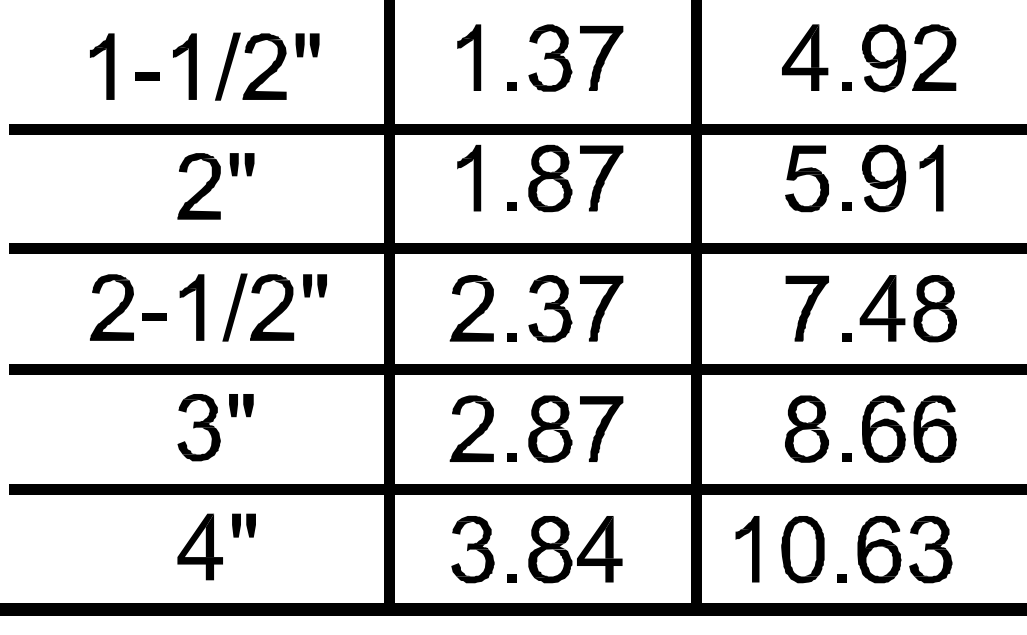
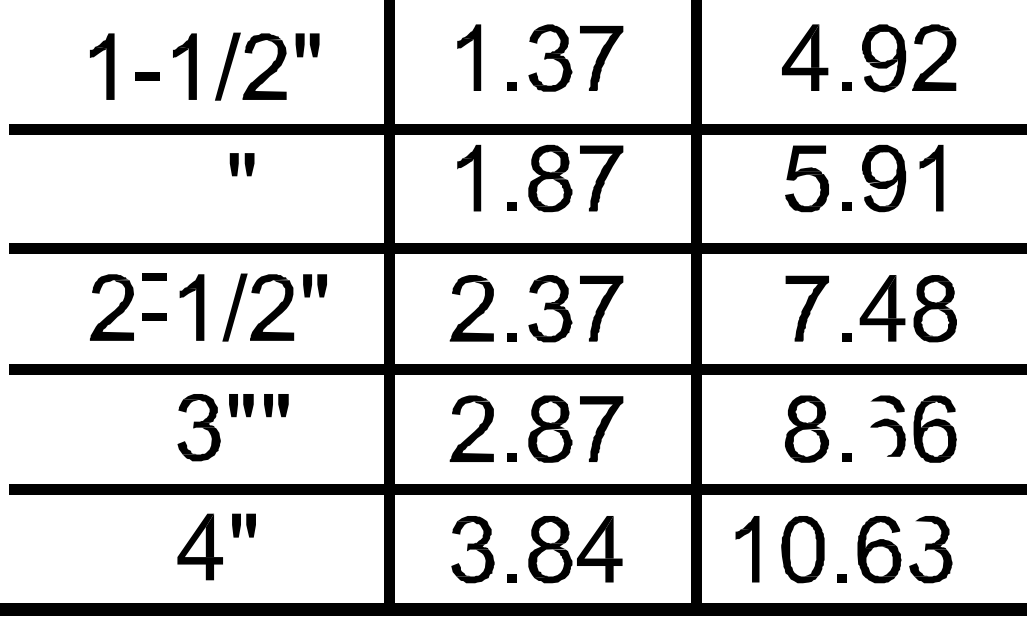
part at (198, 186): present -> none
part at (154, 276): none -> present
part at (276, 405): none -> present
fill at (880, 431): present -> none
fill at (919, 527): present -> none
